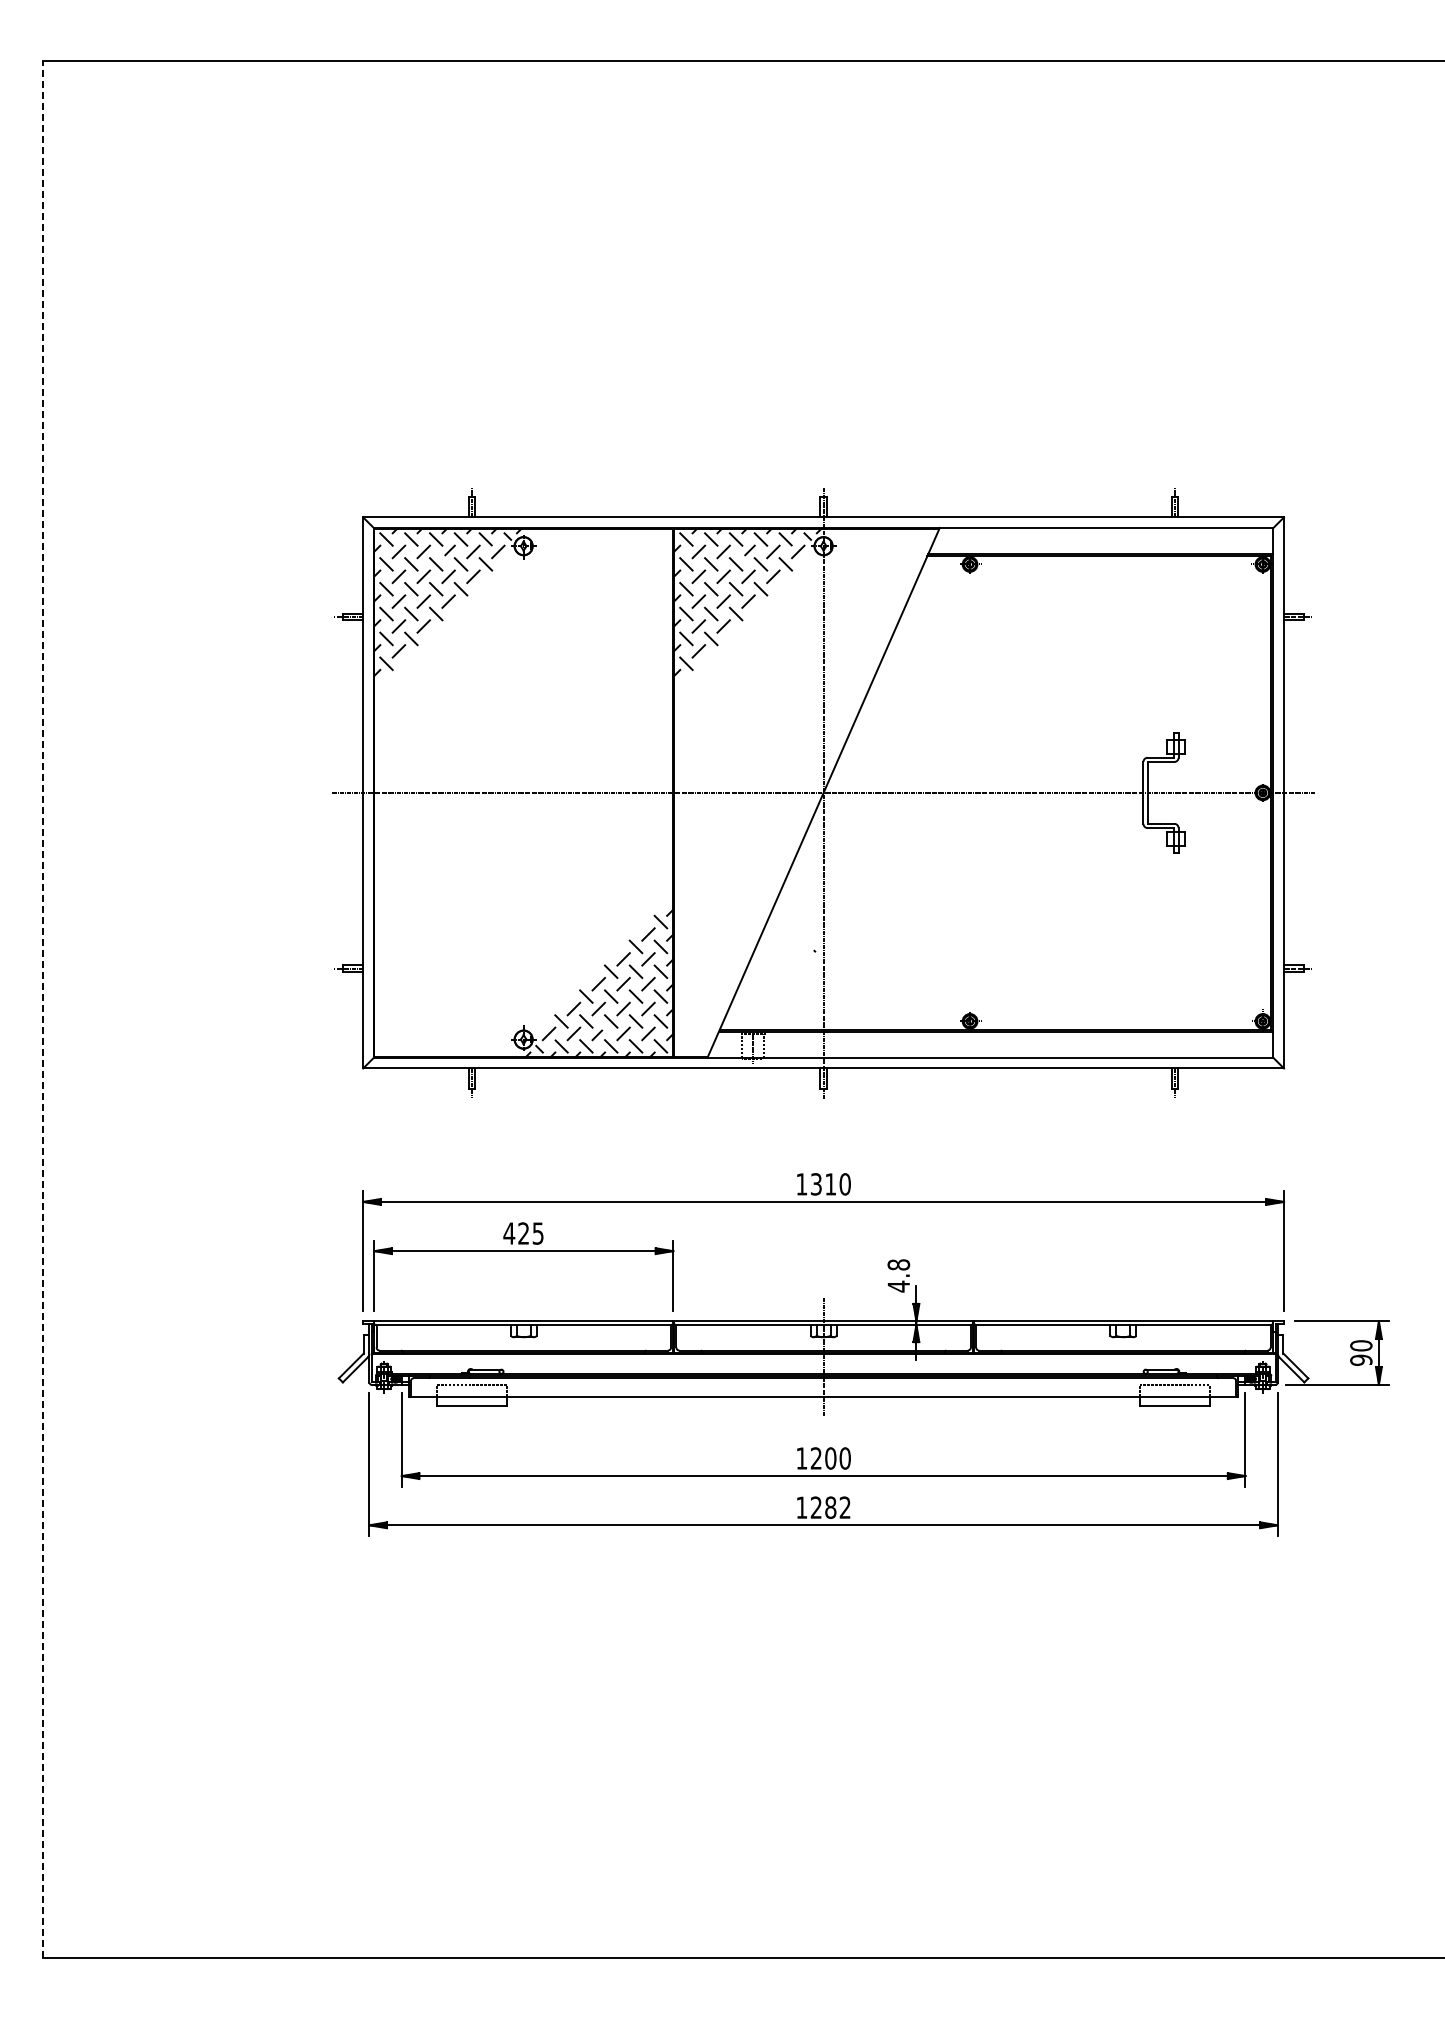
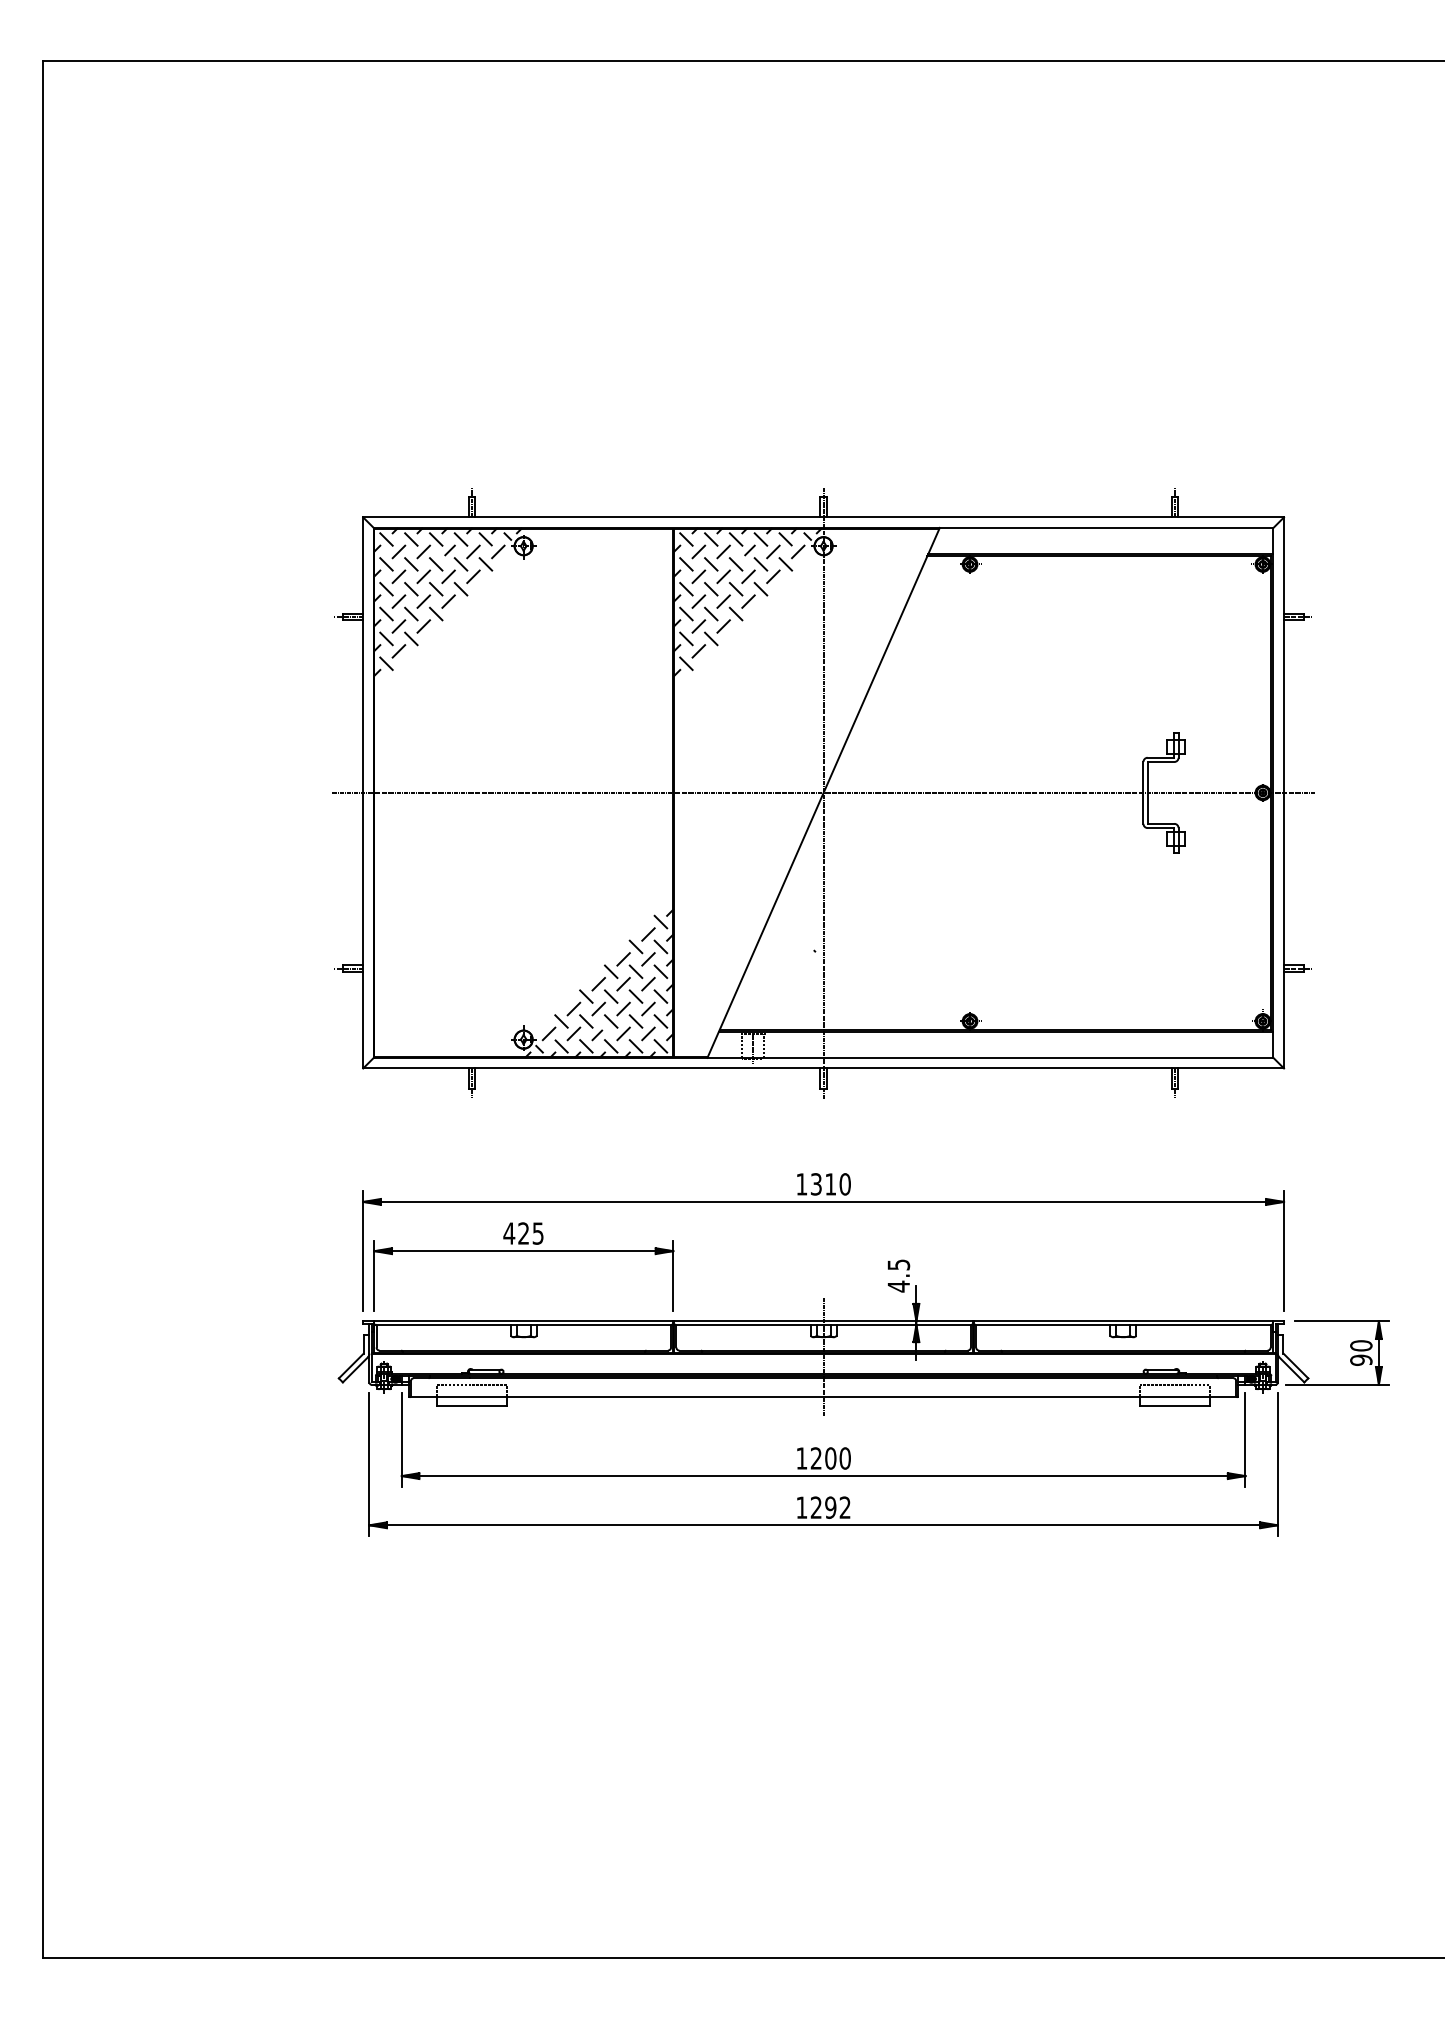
line at (43, 1009): dashed -> solid
text at (898, 1264): 4.8 -> 4.5
text at (830, 1507): 1282 -> 1292
